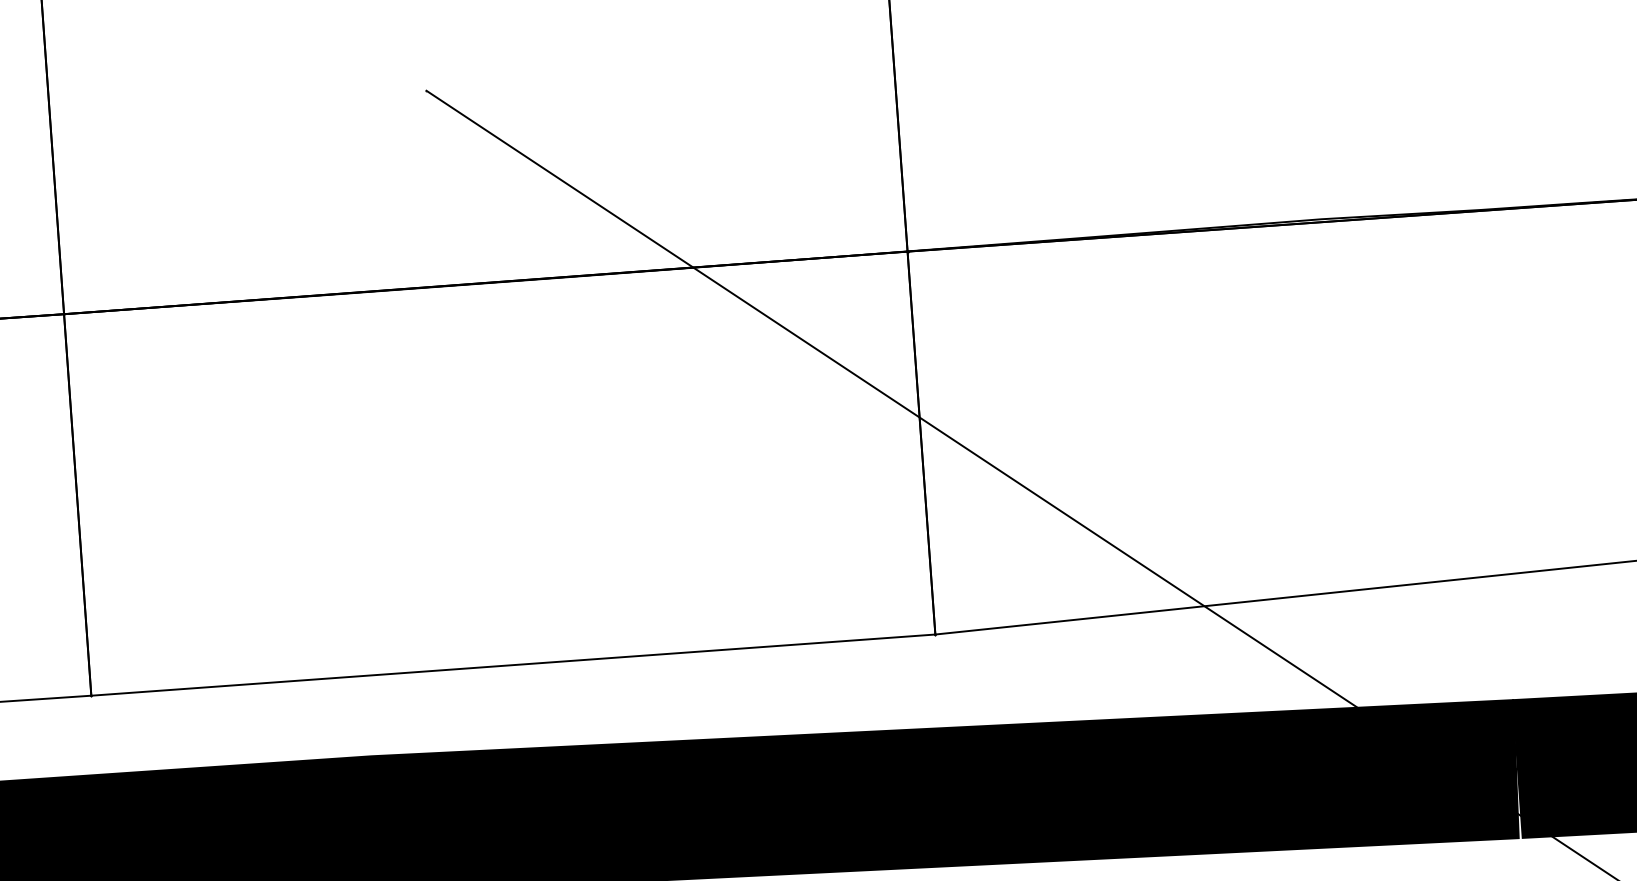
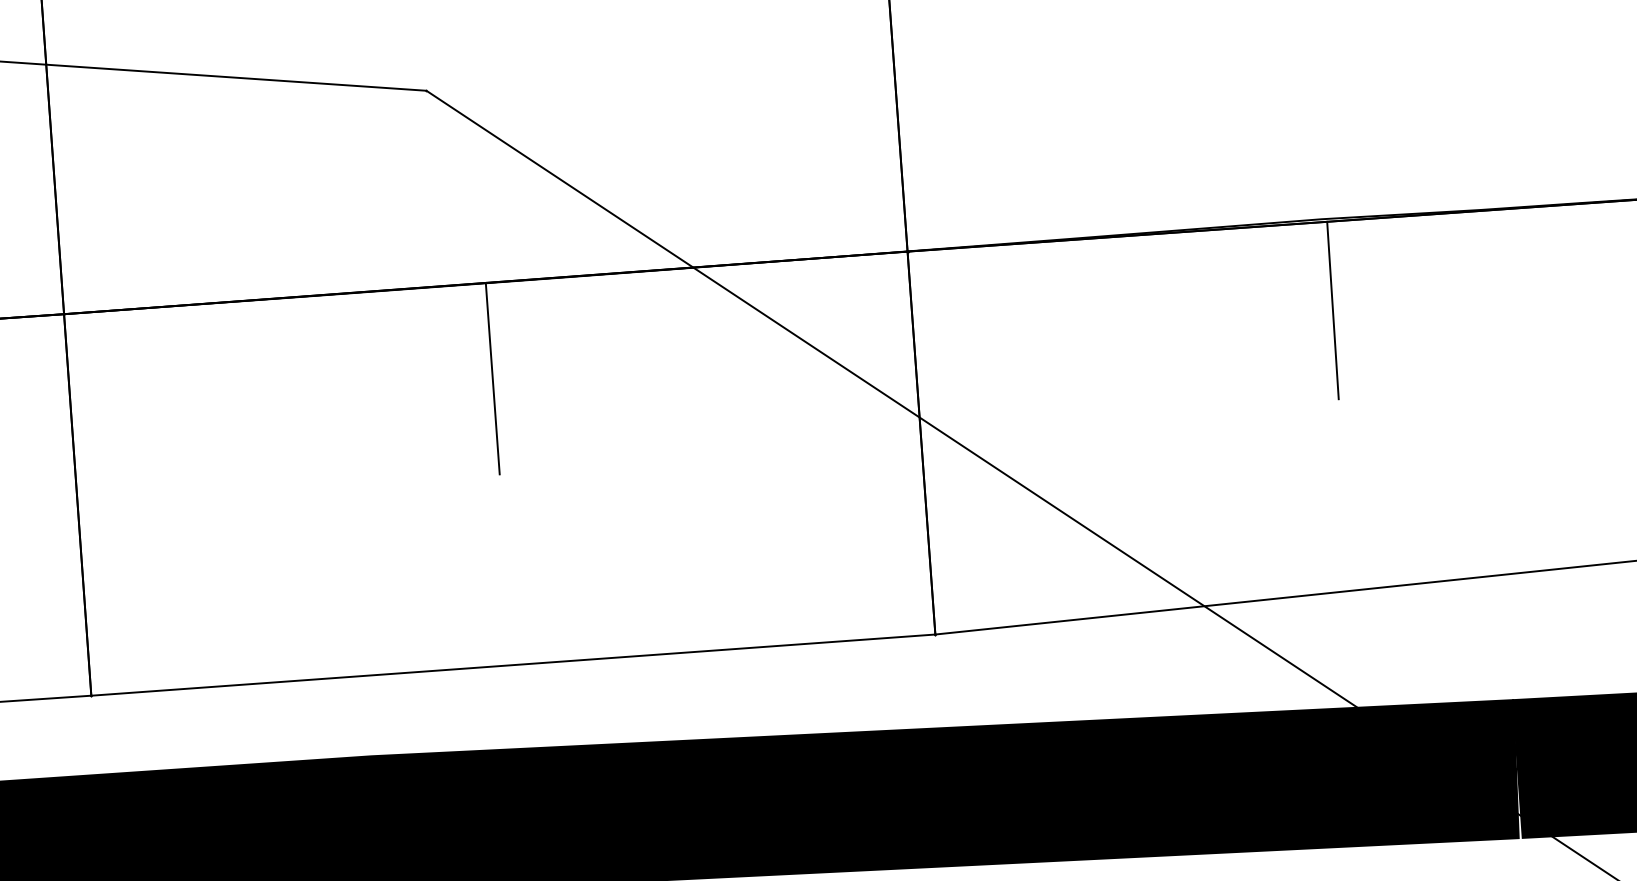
line at (214, 75): none -> present
line at (1332, 310): none -> present
line at (492, 378): none -> present
